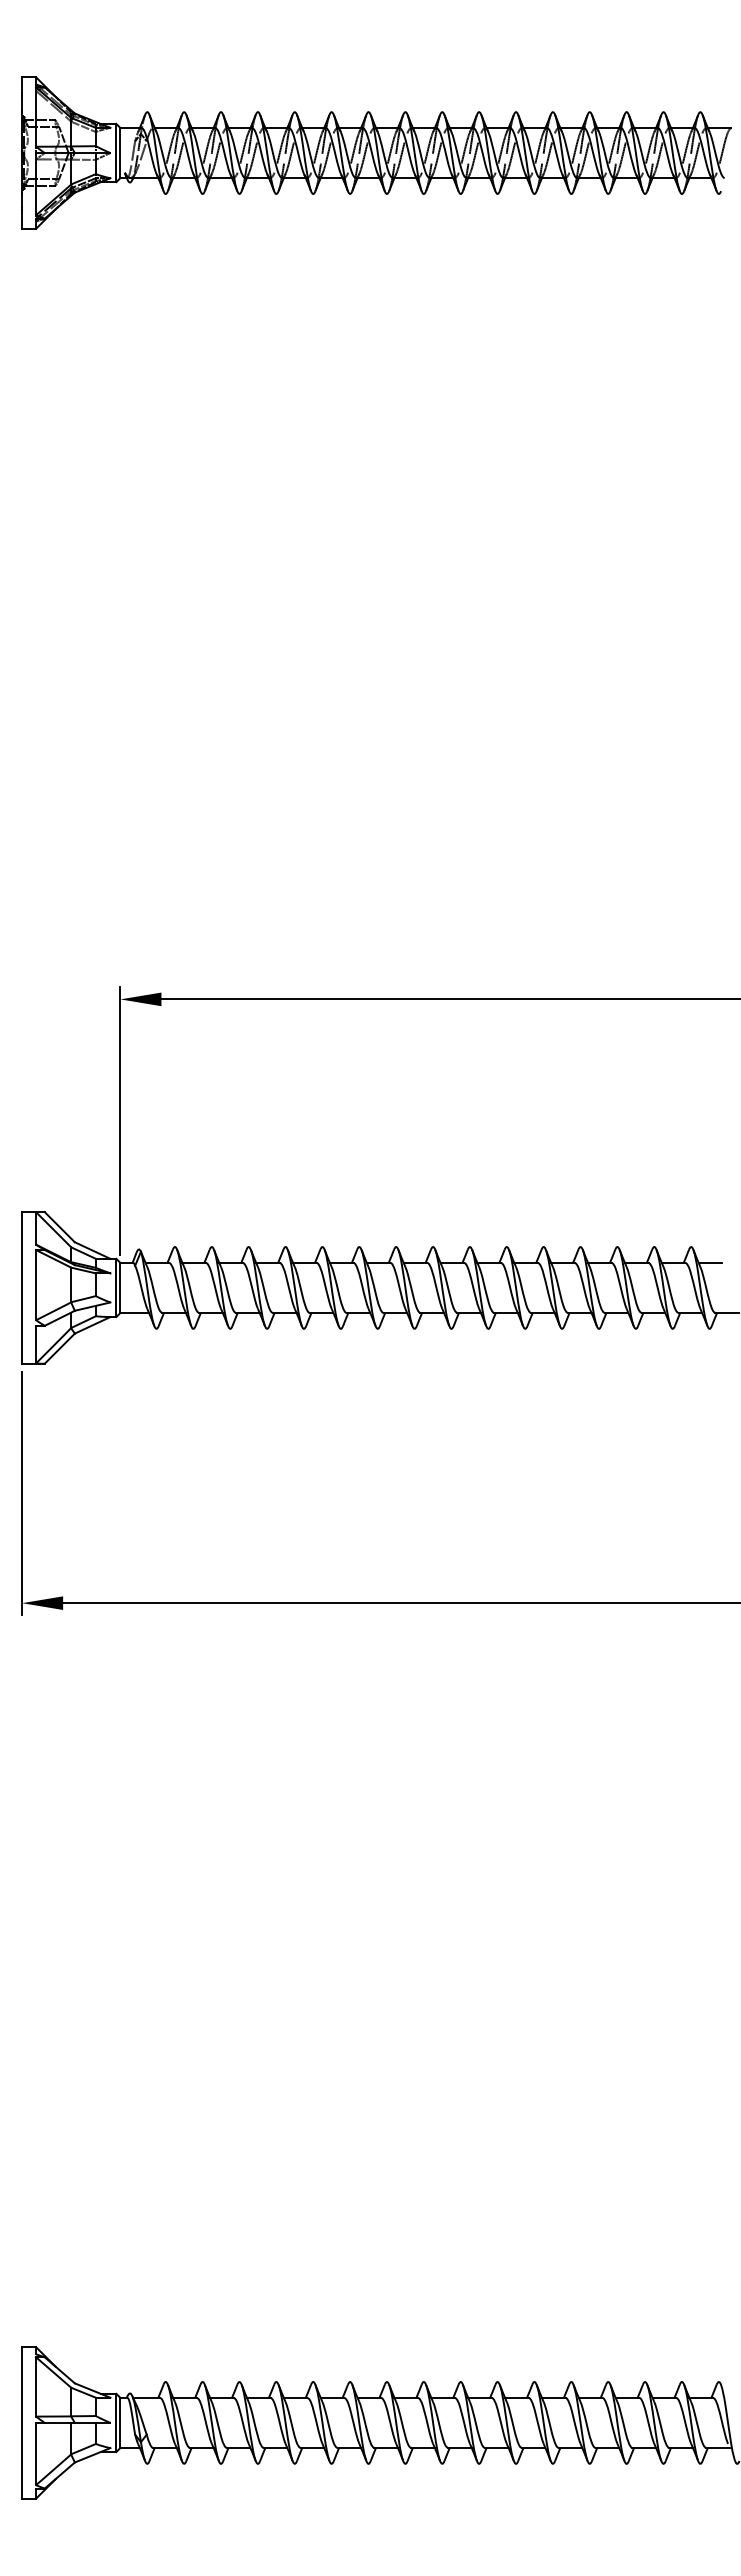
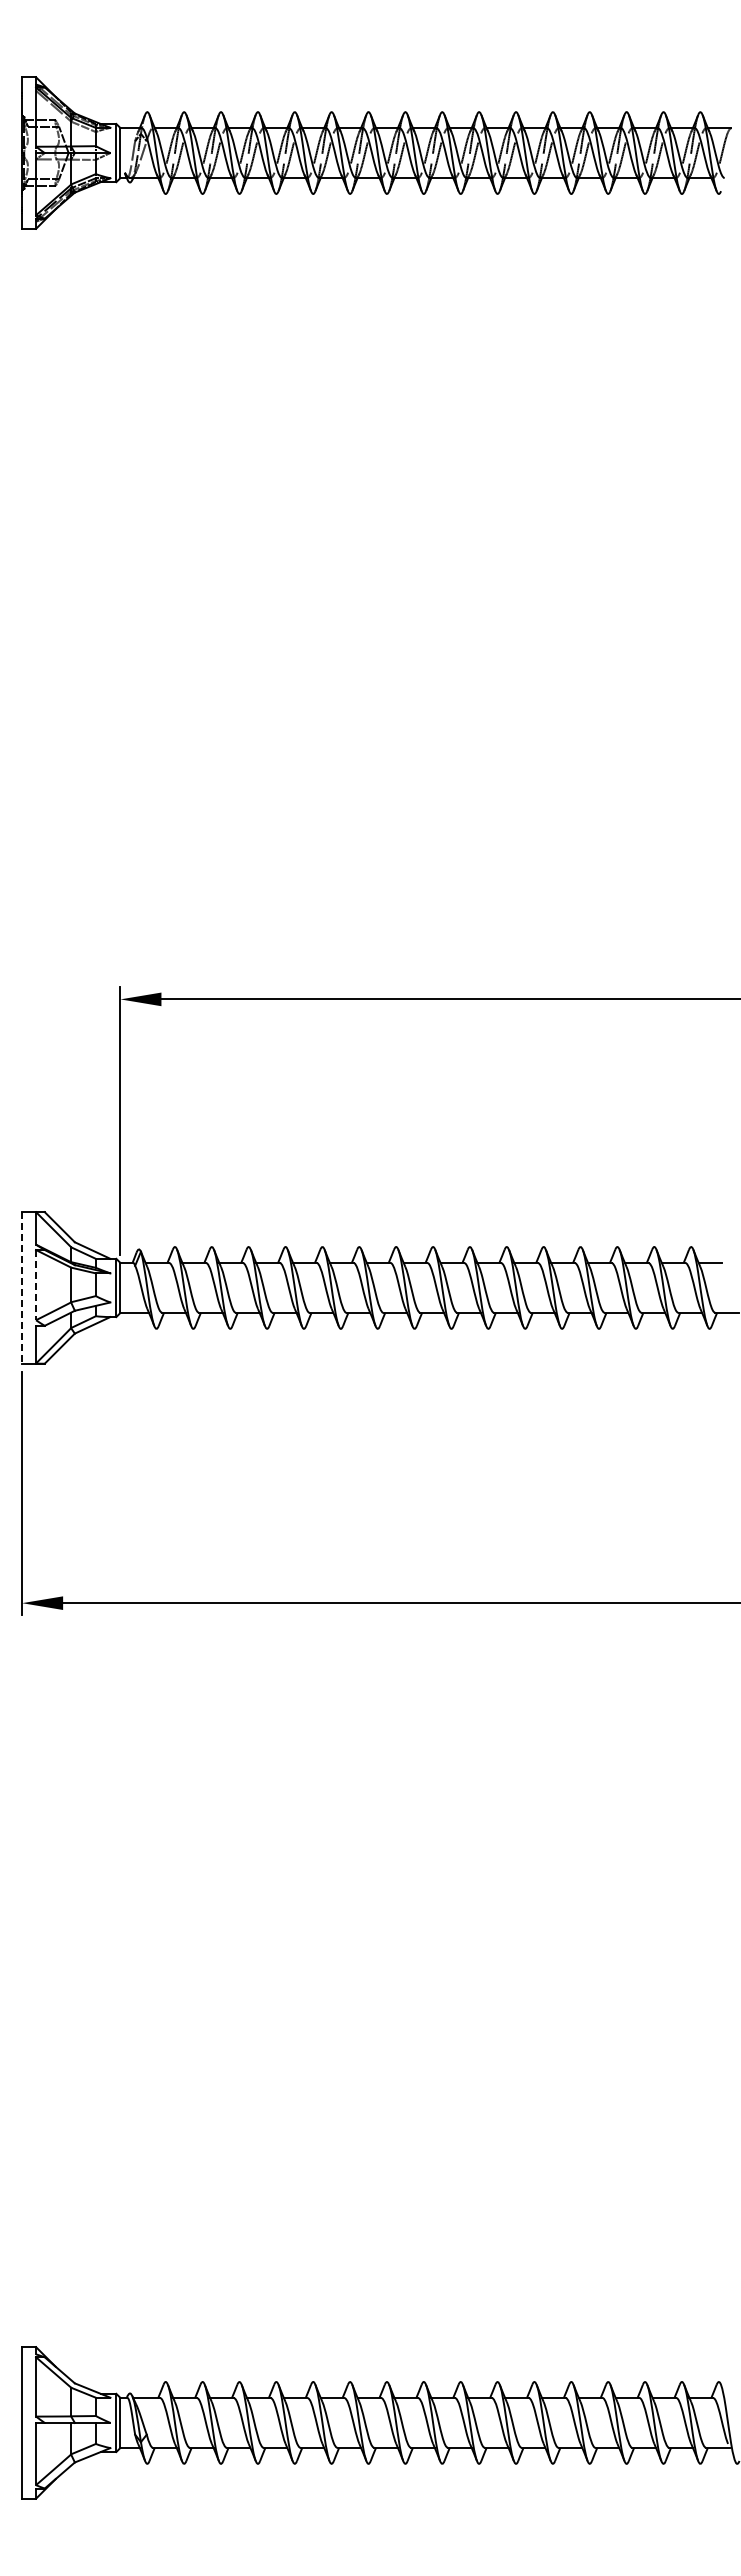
line at (36, 1285): solid -> dashed
line at (22, 1287): solid -> dashed
